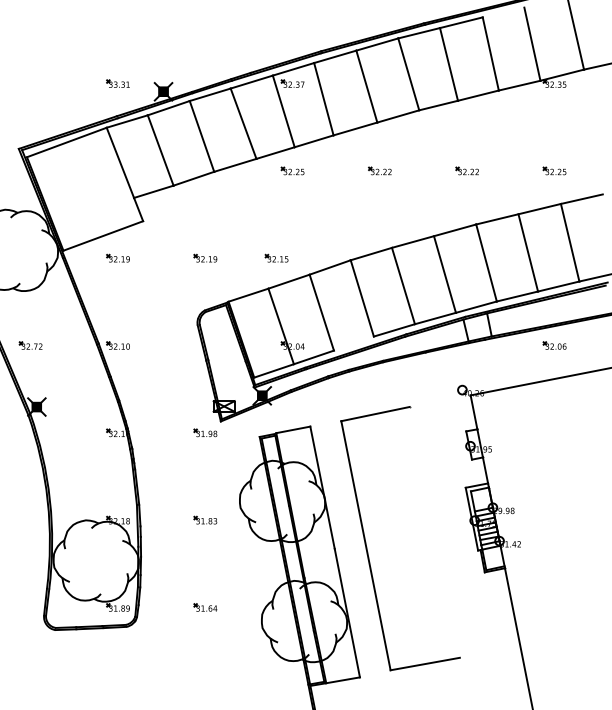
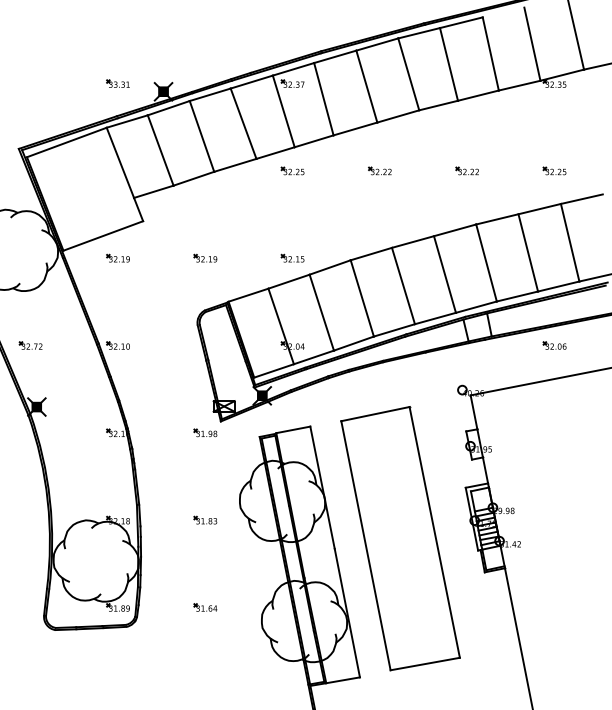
part at (276, 257) position: (276, 257) -> (292, 257)
line at (353, 343): none -> present
line at (434, 532): none -> present
